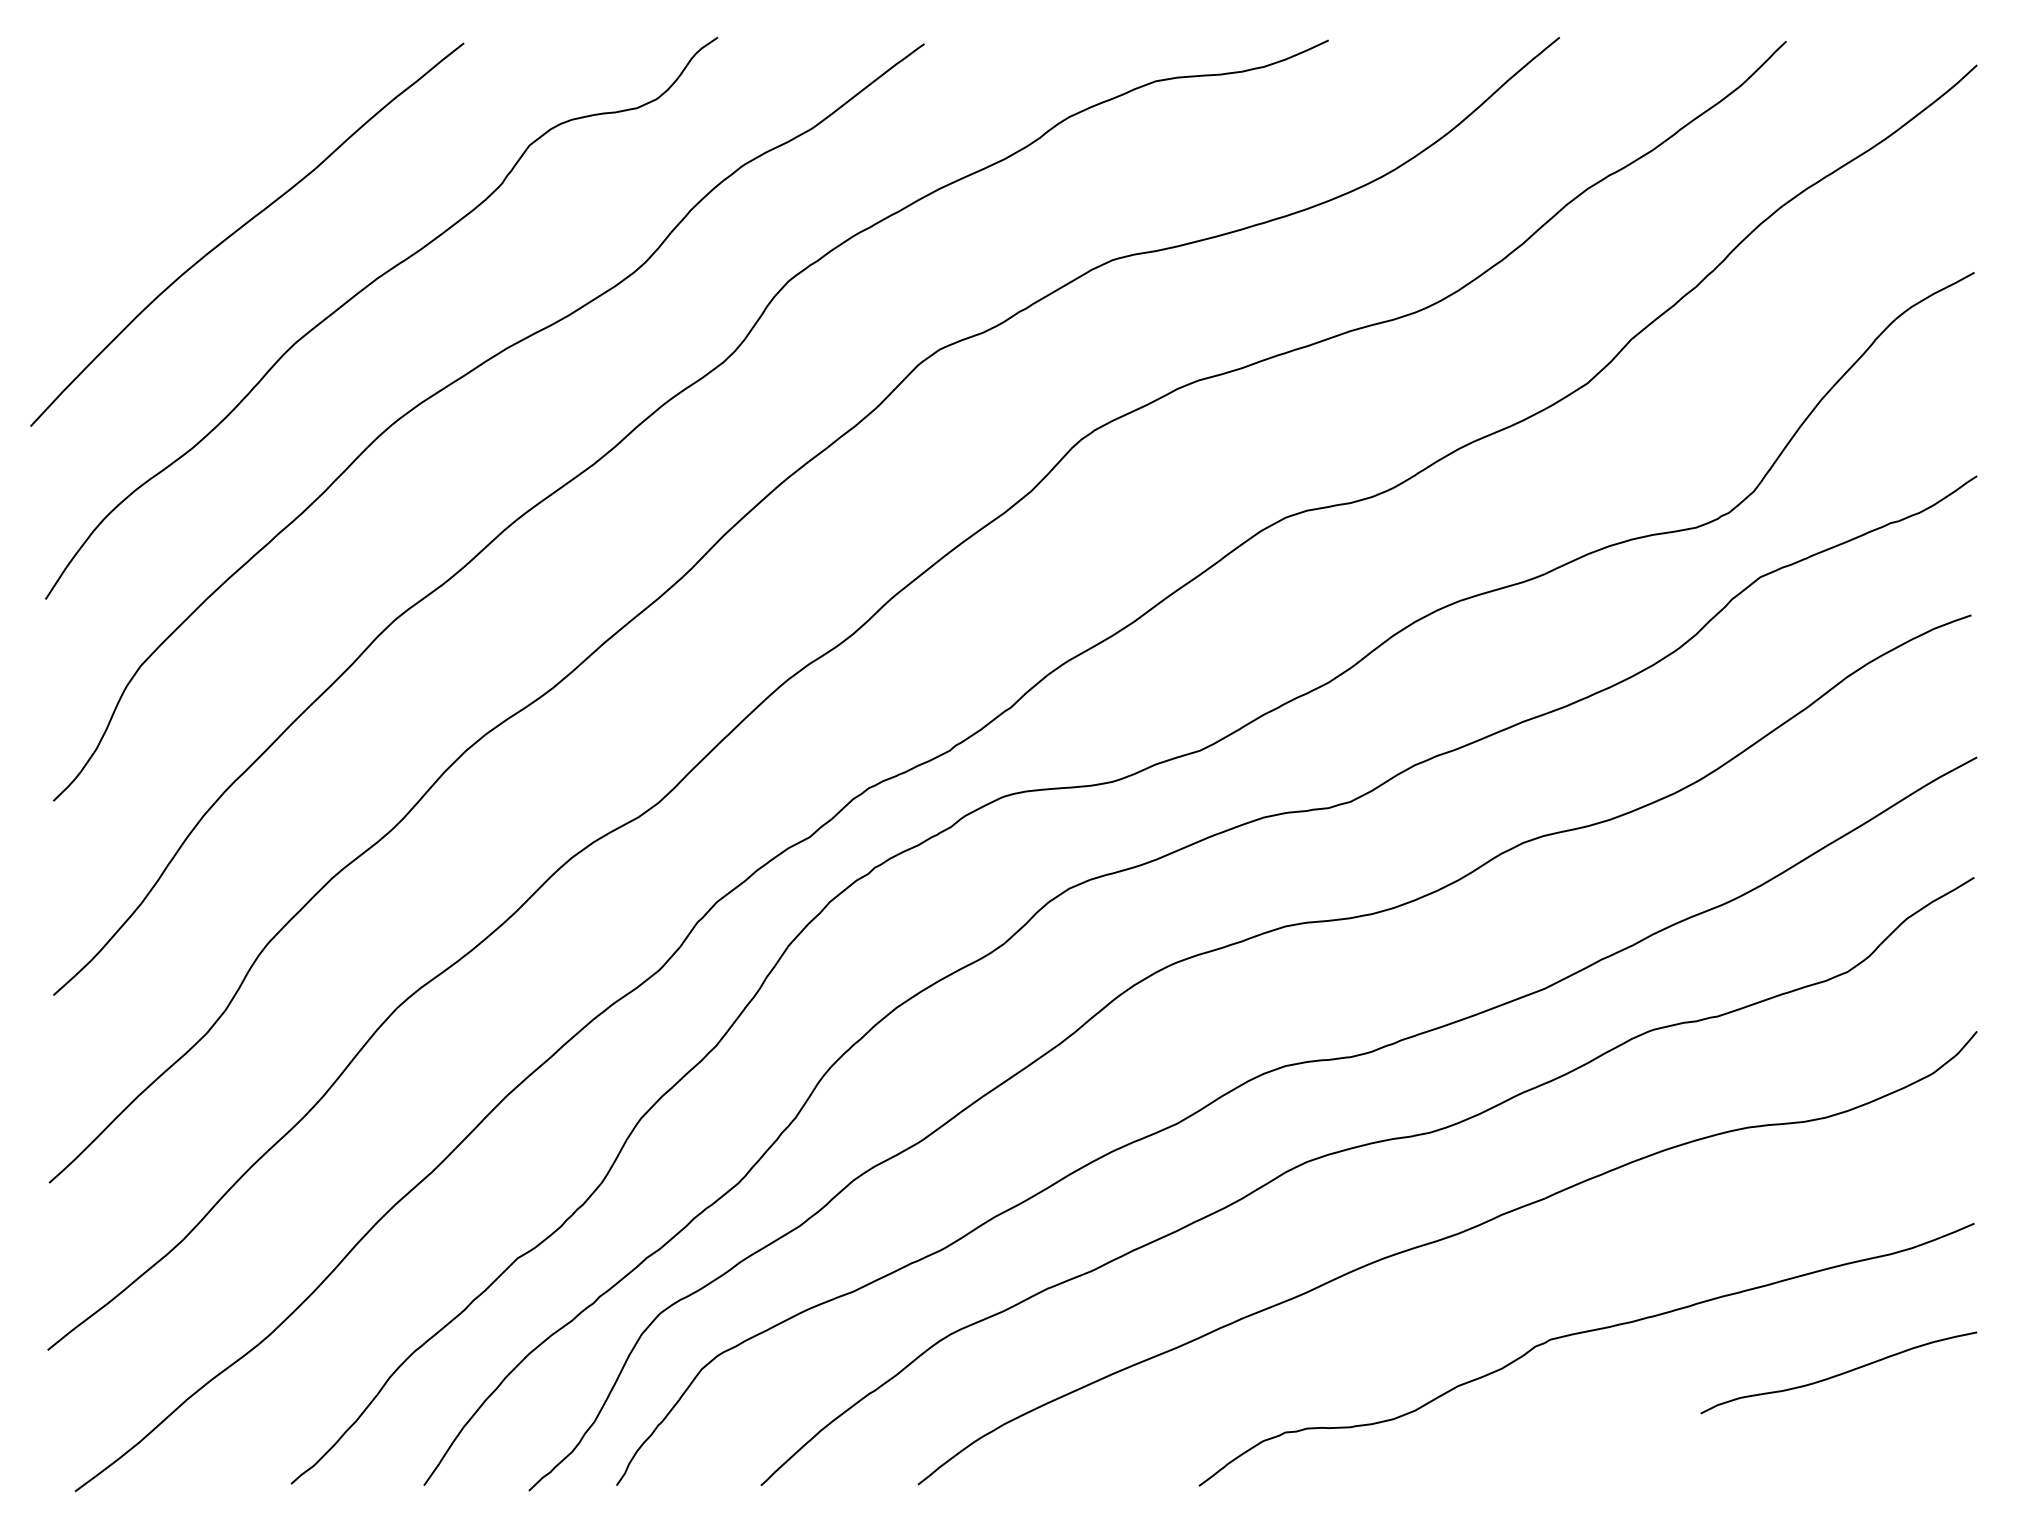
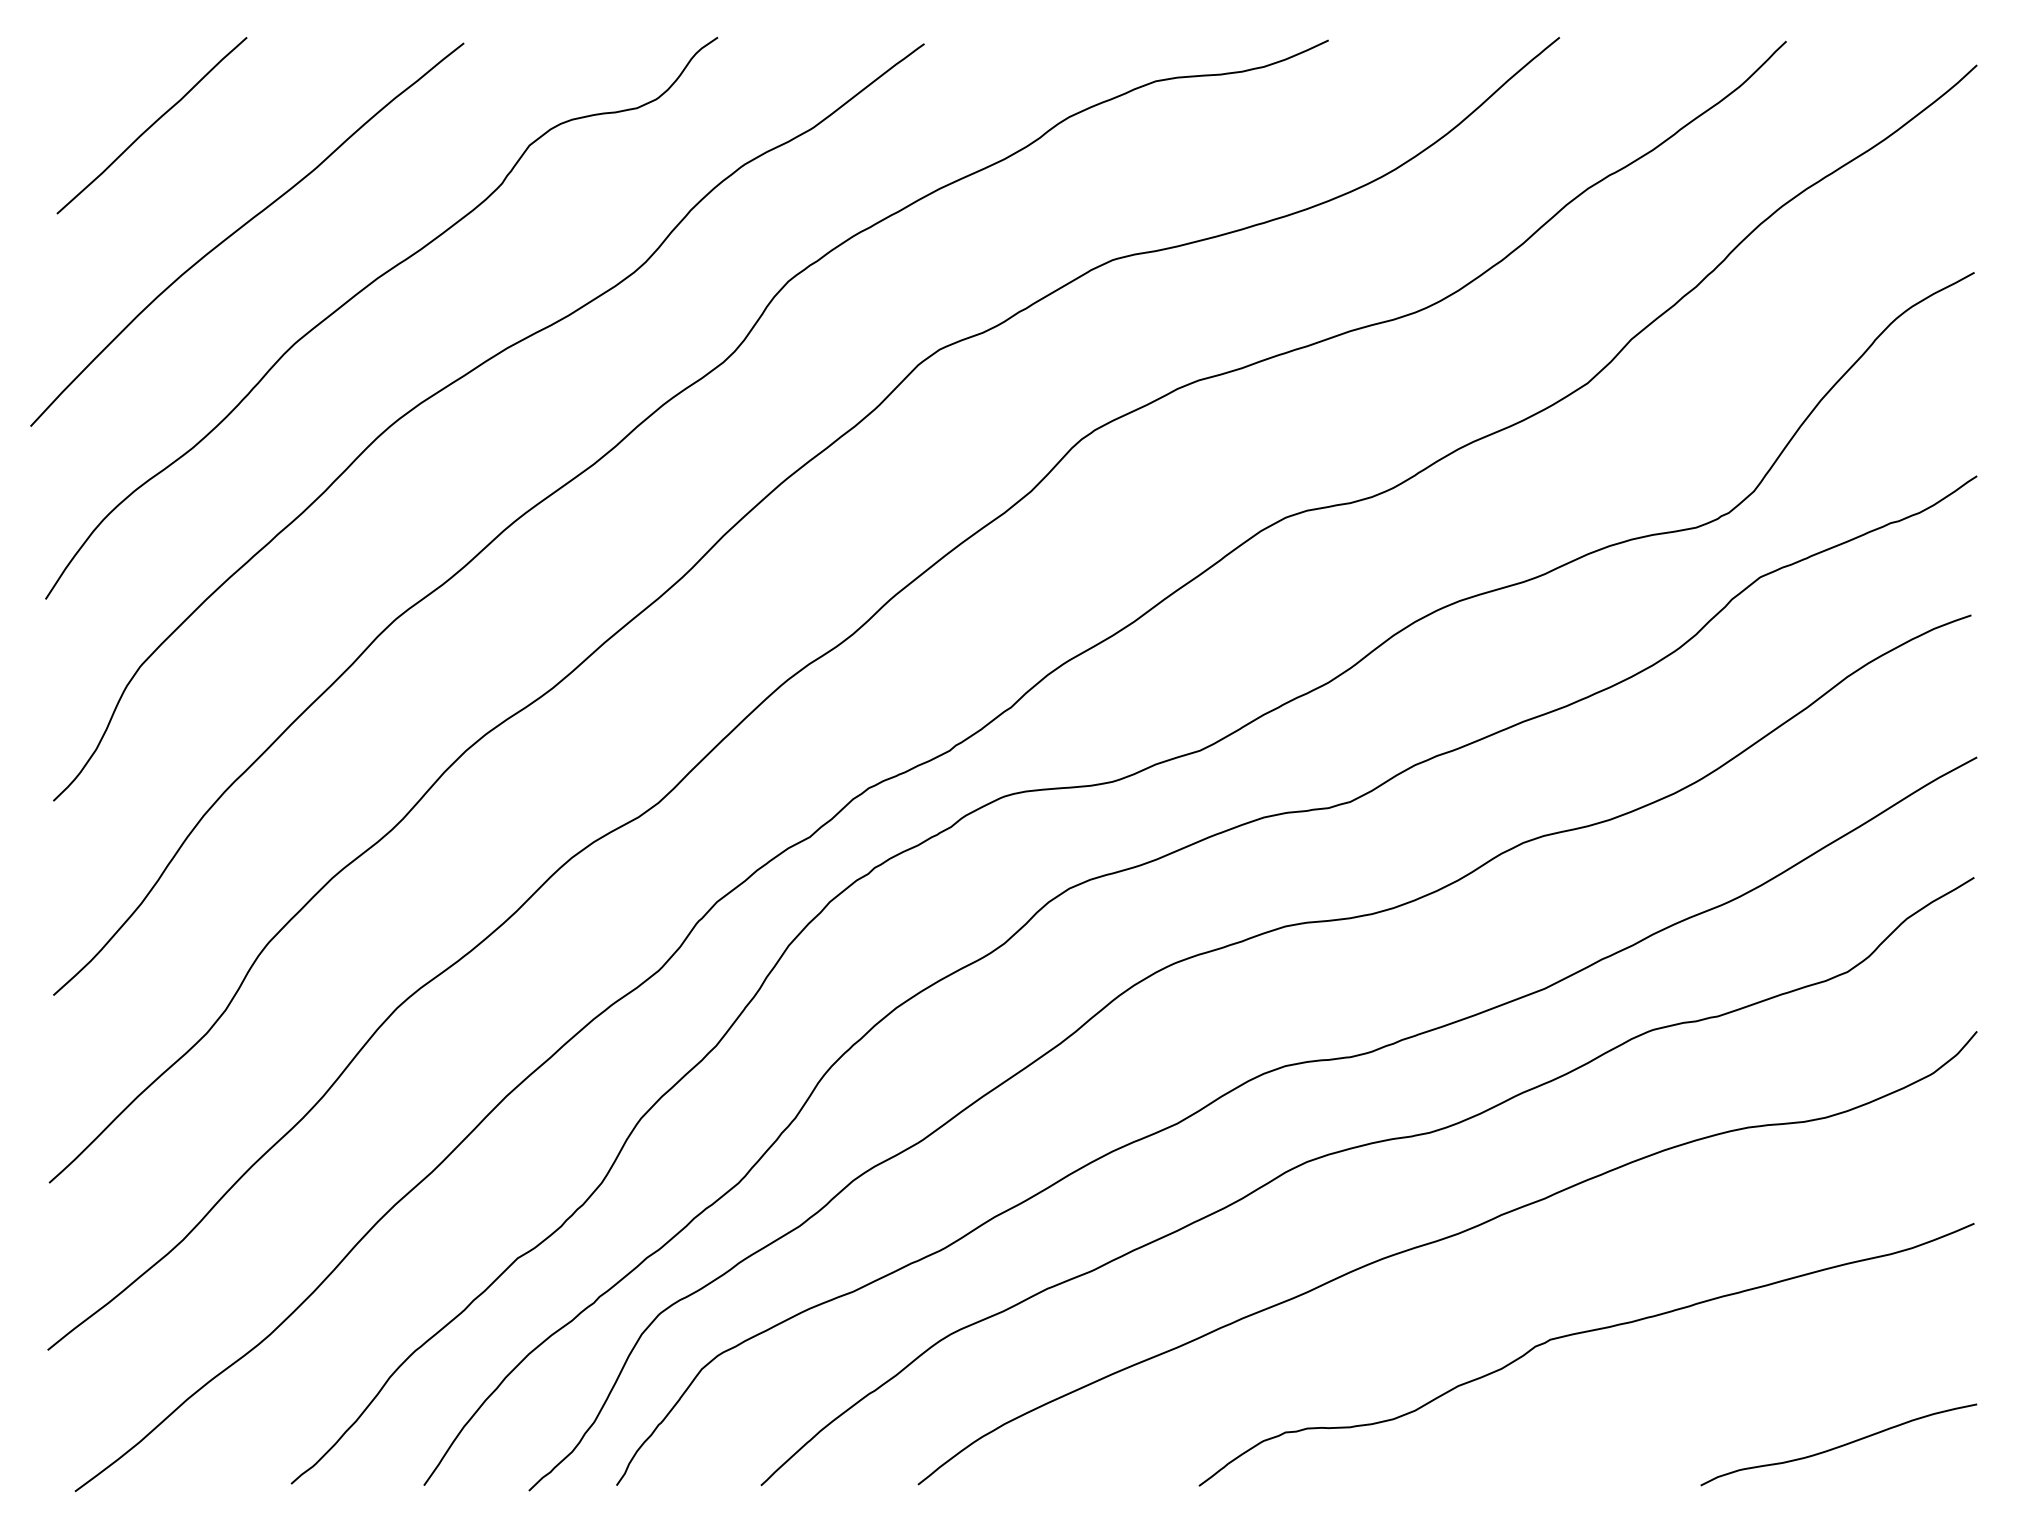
curve at (151, 125): none -> present
curve at (1839, 1373) position: (1839, 1373) -> (1839, 1445)
